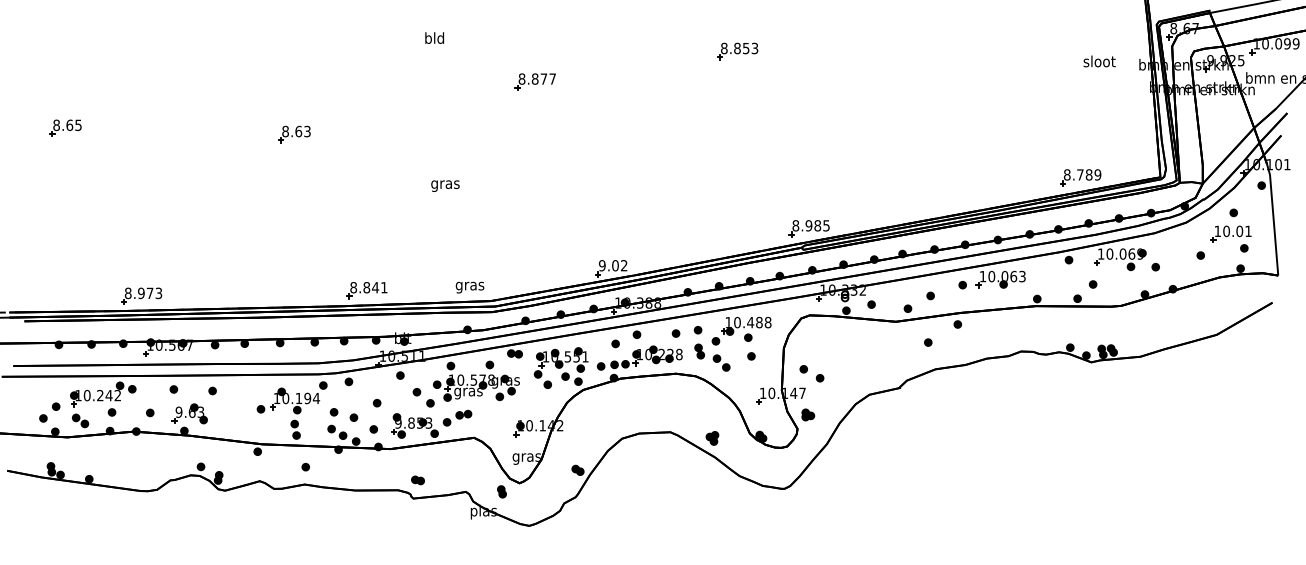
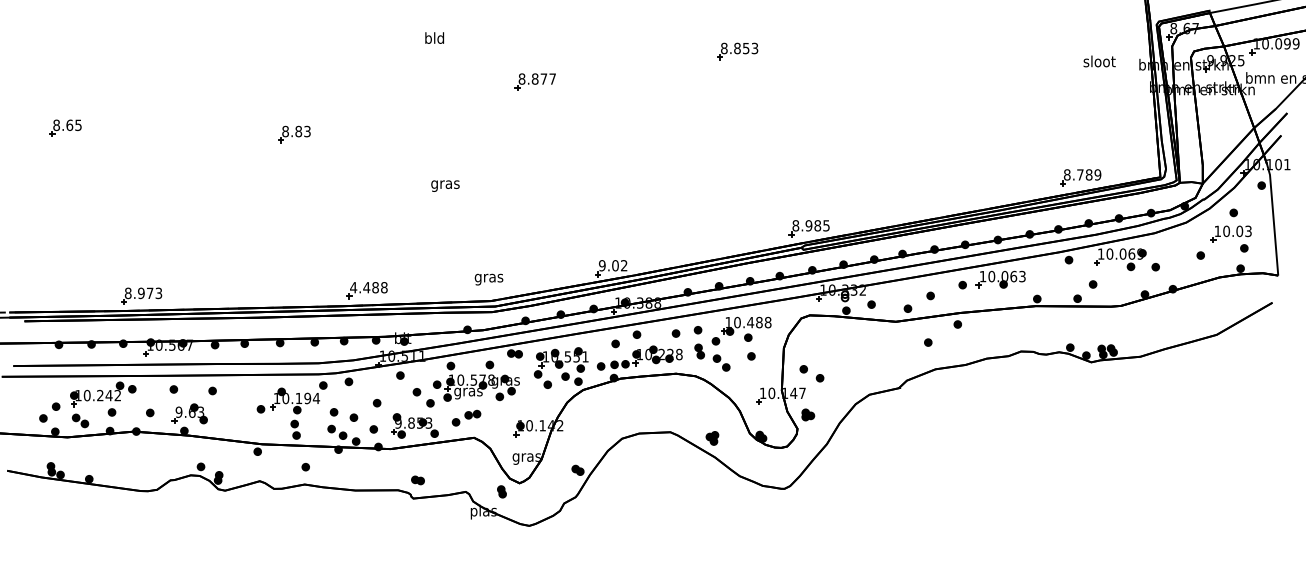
text at (298, 131): 8.63 -> 8.83
text at (1248, 231): 10.01 -> 10.03
text at (368, 287): 8.841 -> 4.488
text at (469, 287) position: (469, 287) -> (488, 279)
part at (457, 417) position: (457, 417) -> (466, 417)
